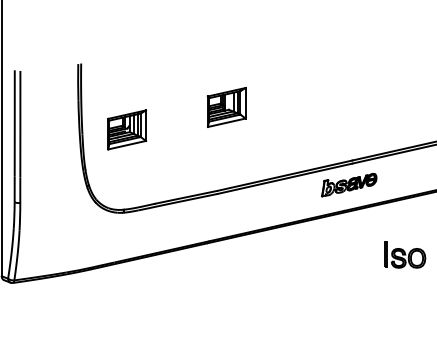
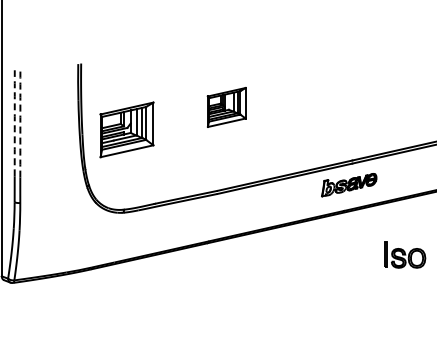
arc at (14, 123): solid -> dashed
arc at (20, 124): solid -> dashed
part at (127, 129) size: 41x42 px -> 56x58 px
